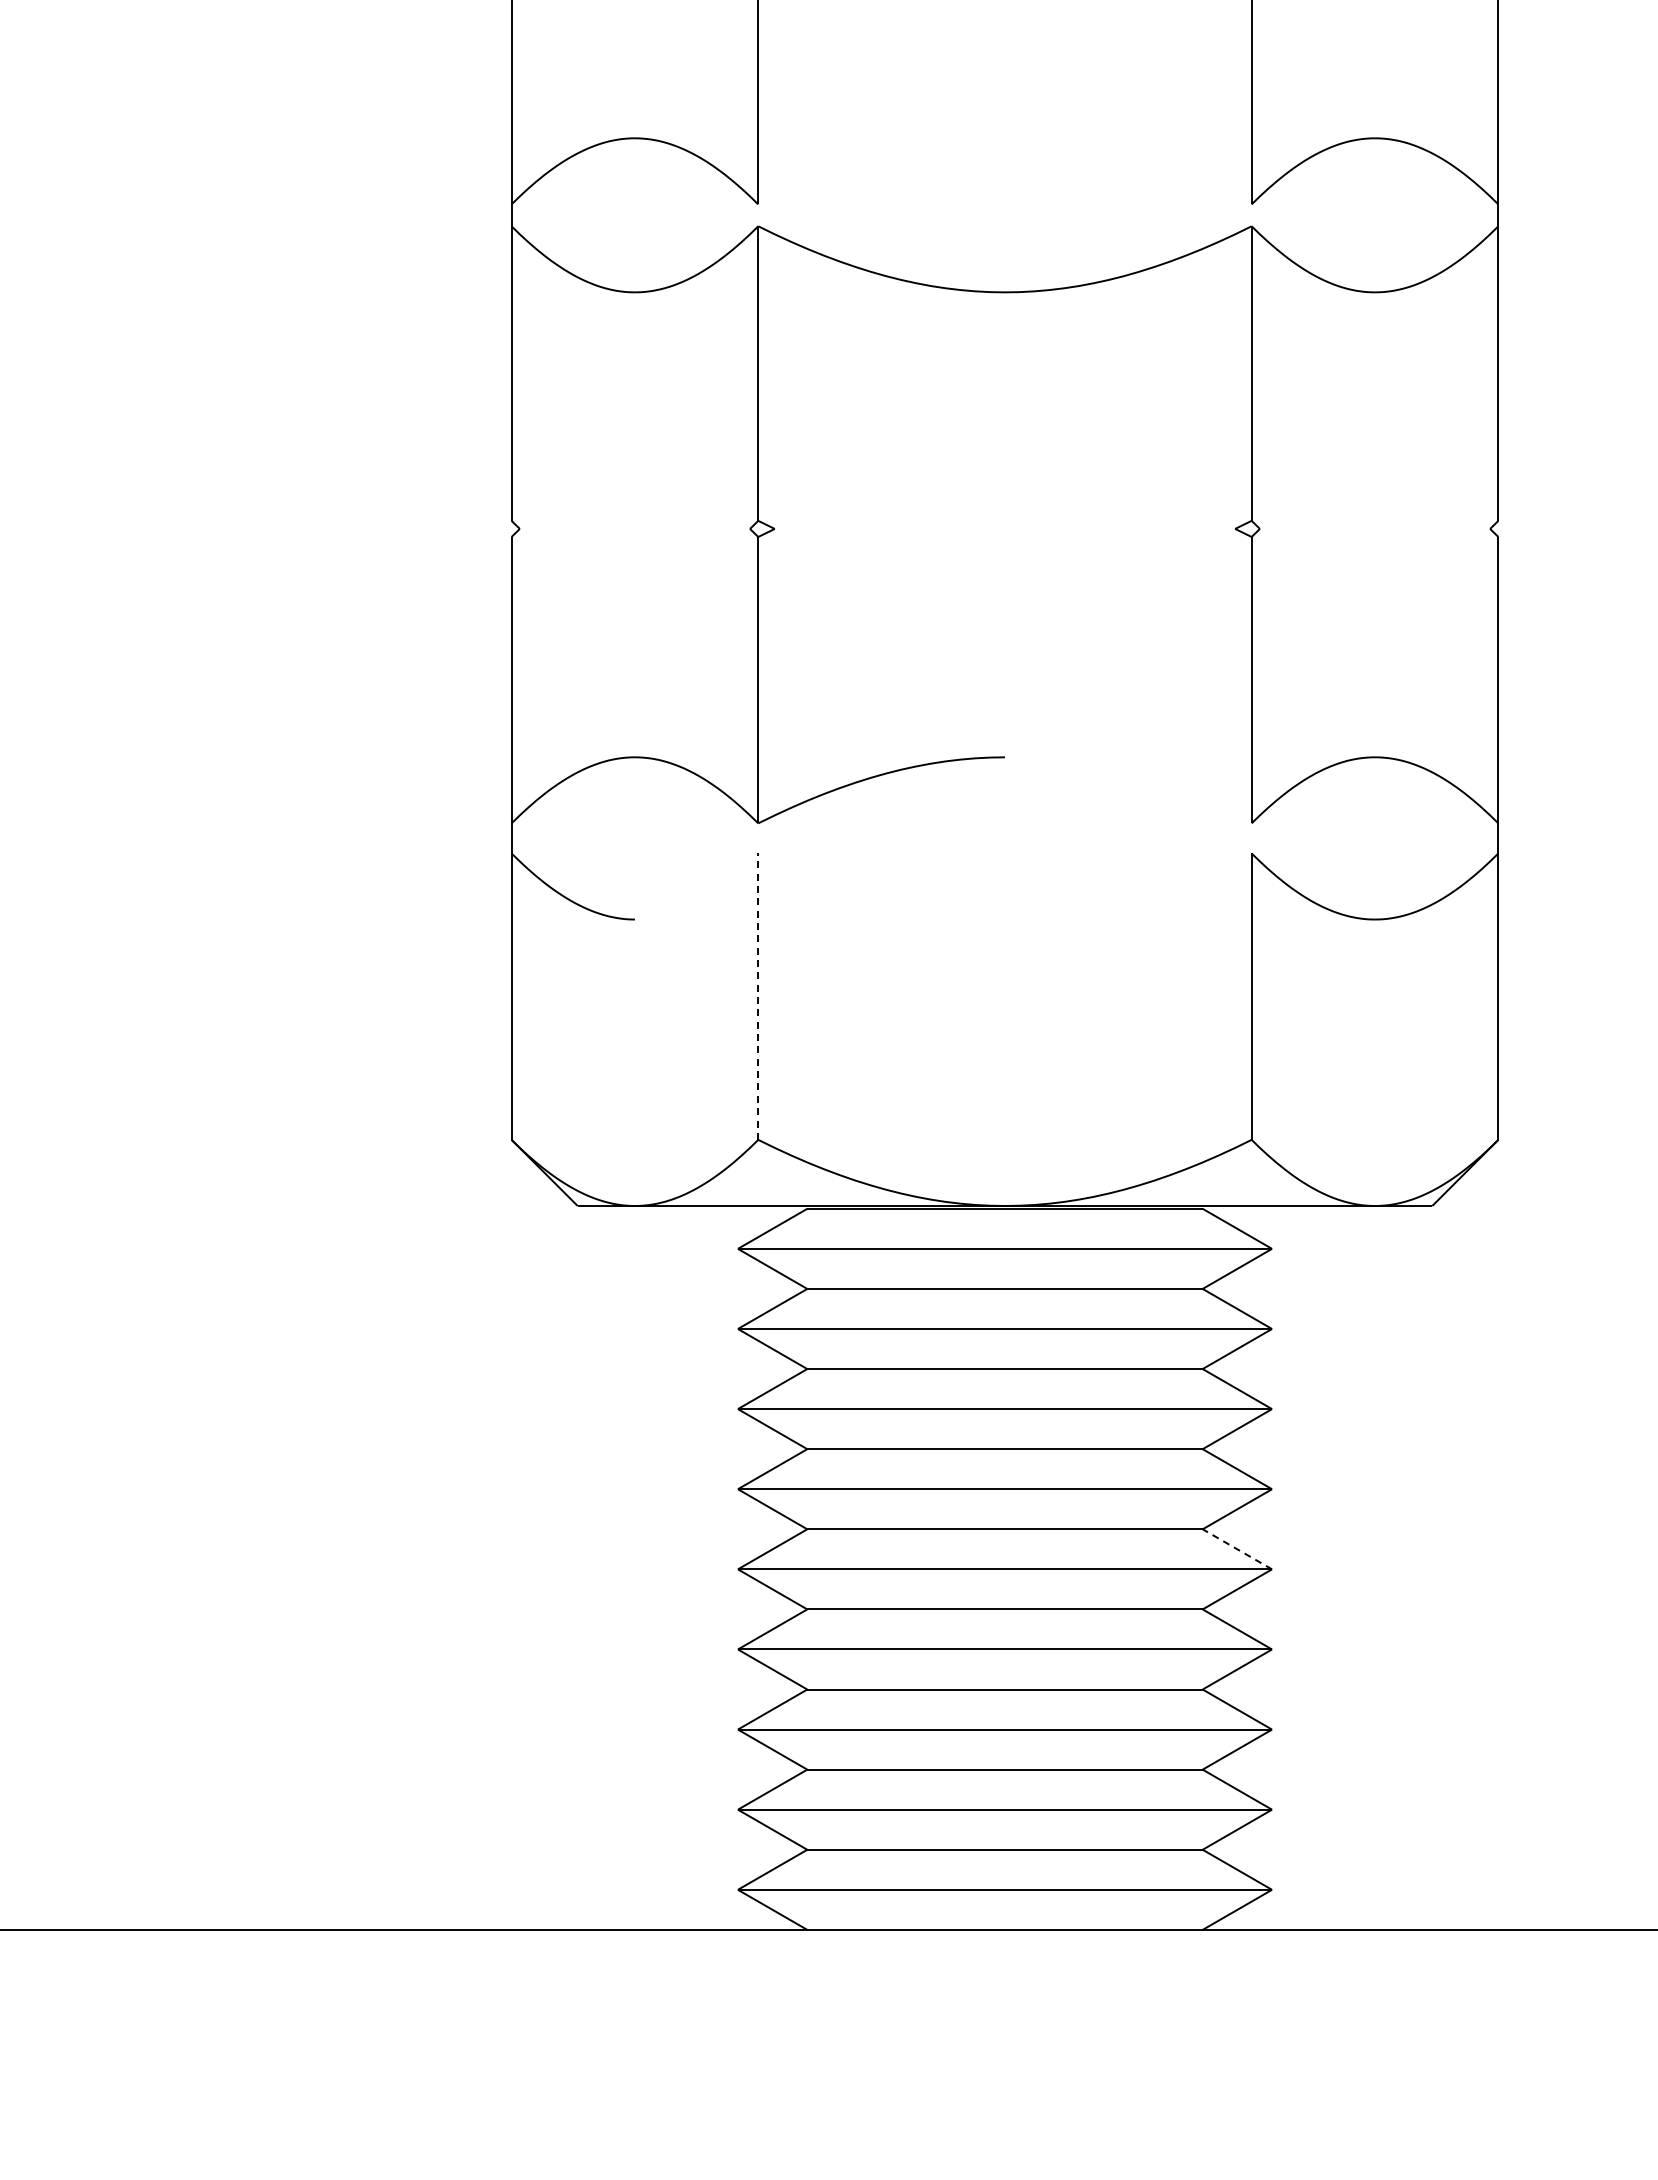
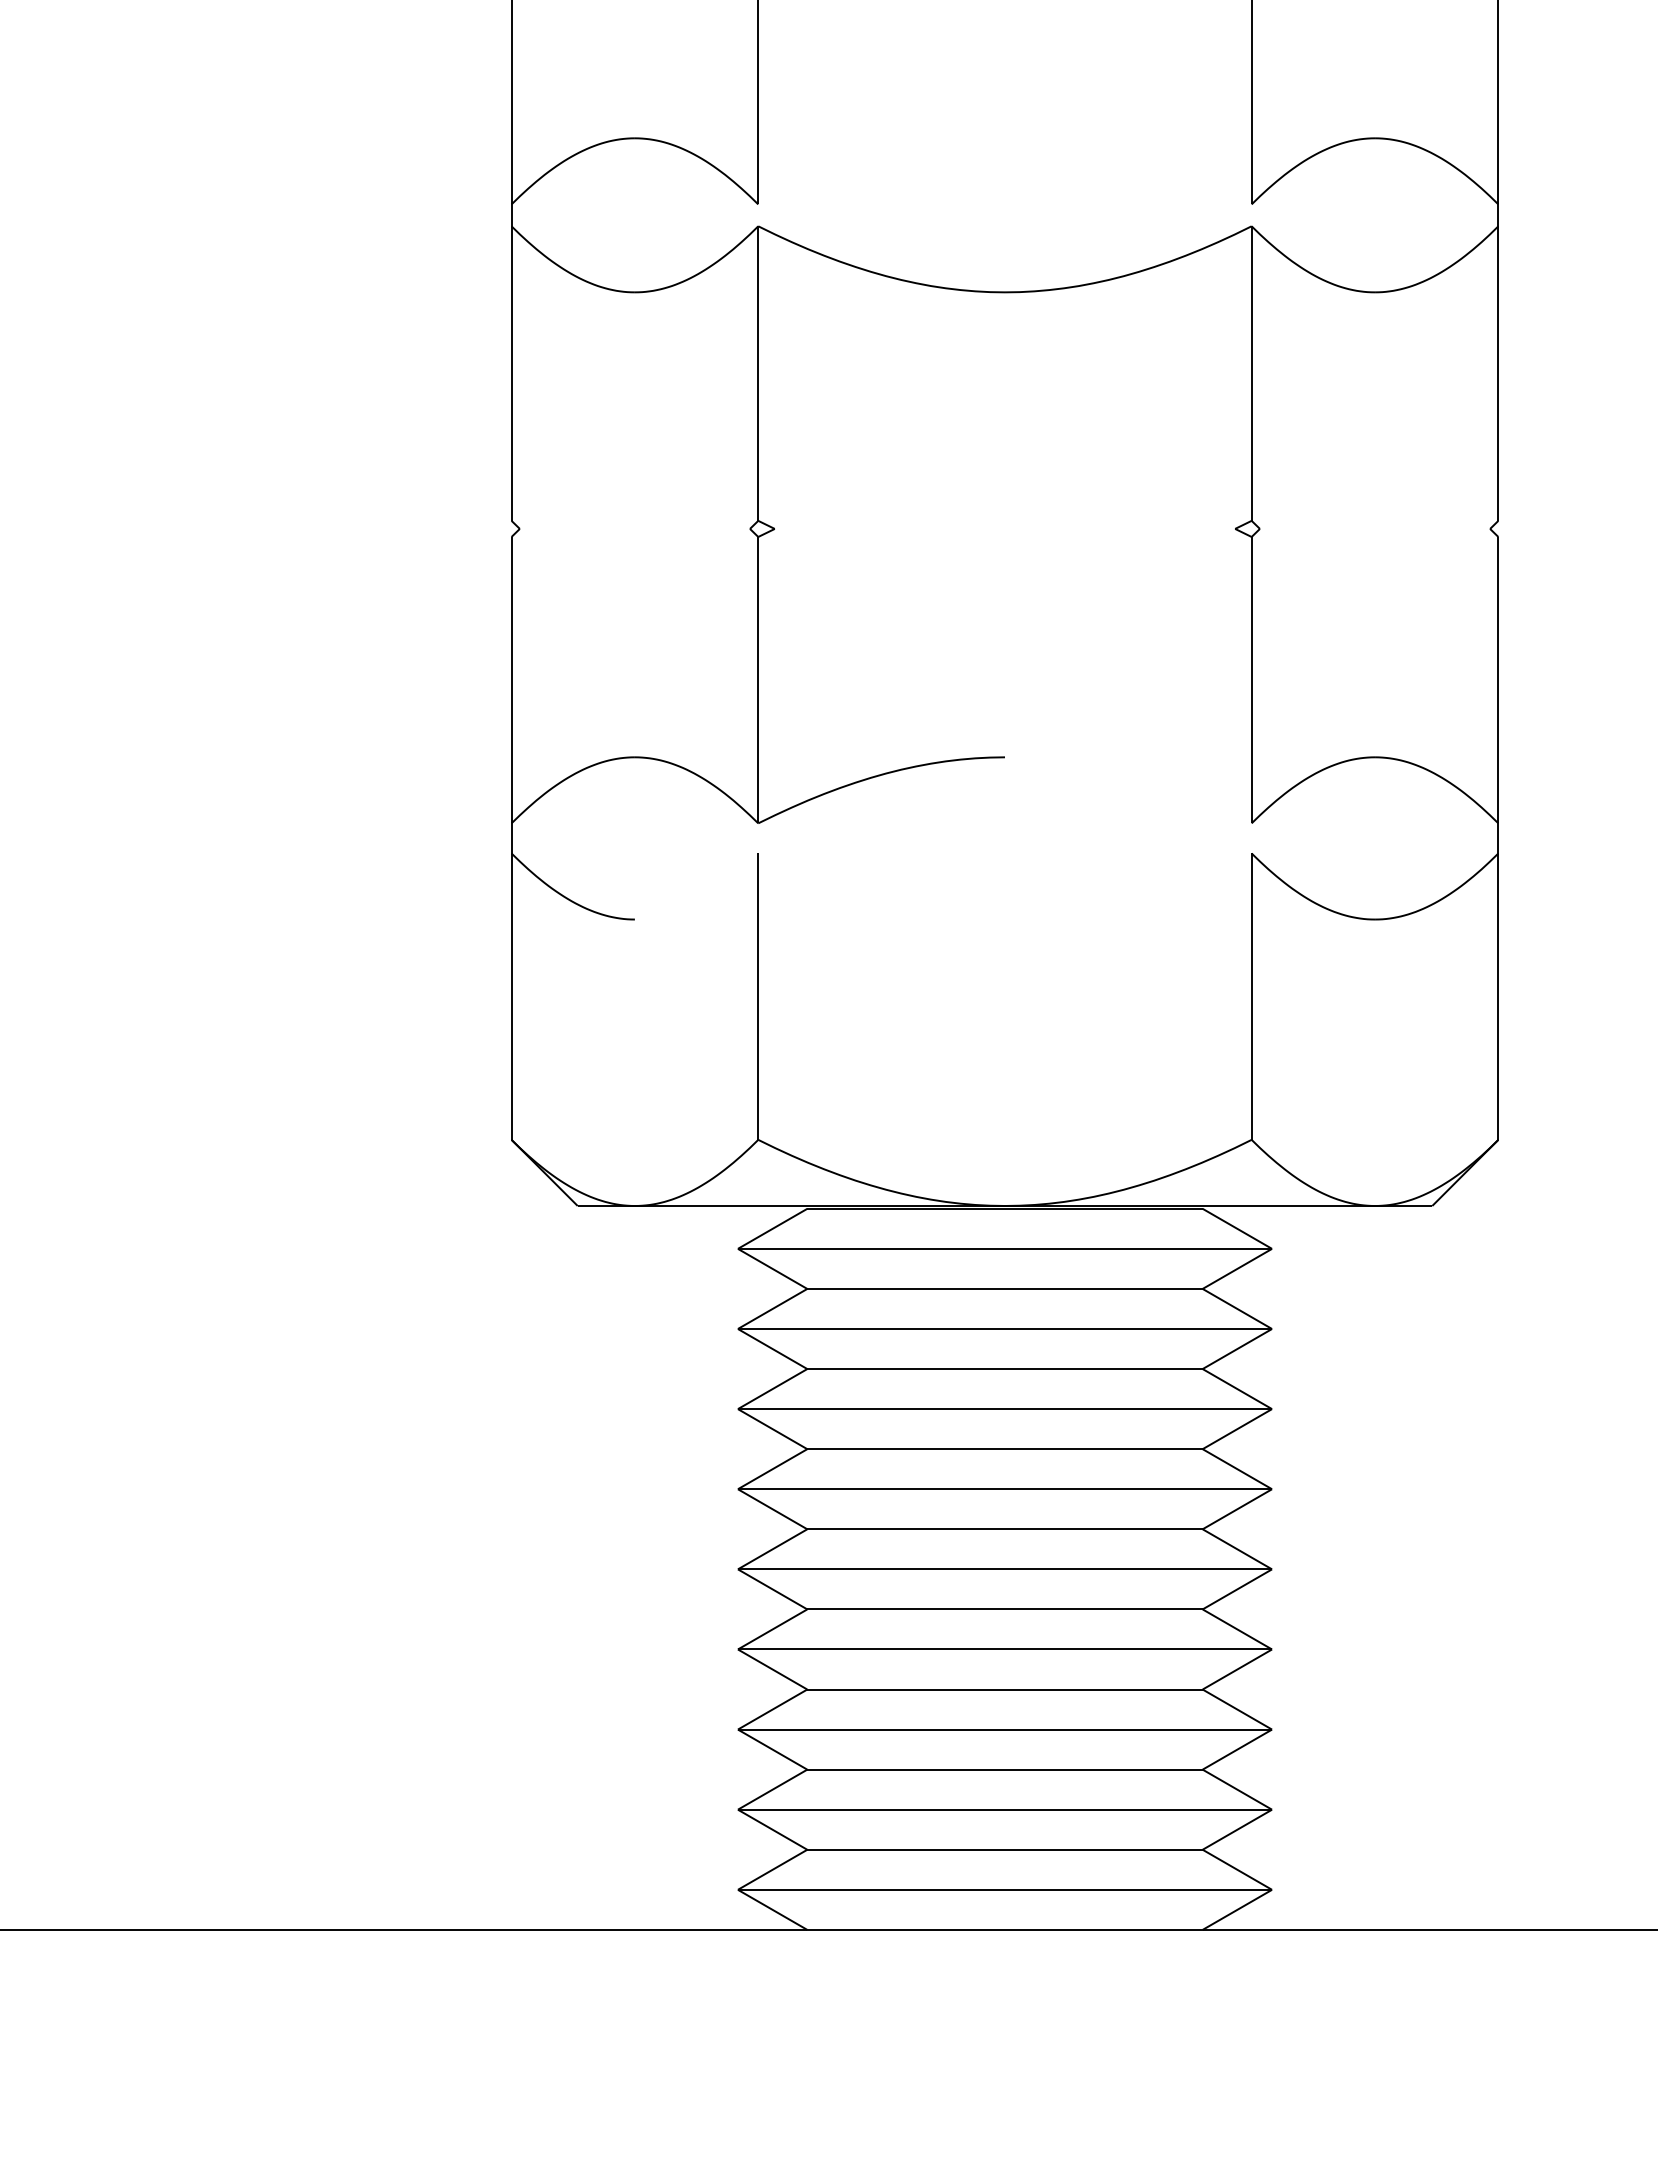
line at (758, 996): dashed -> solid
line at (1236, 1549): dashed -> solid
